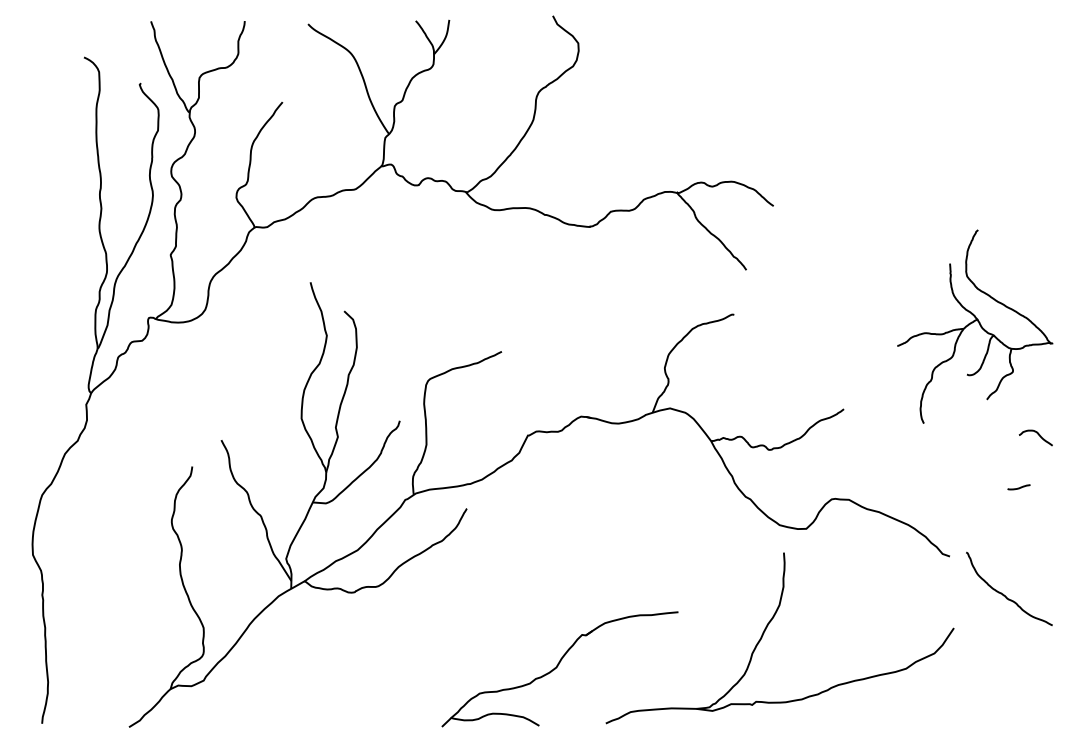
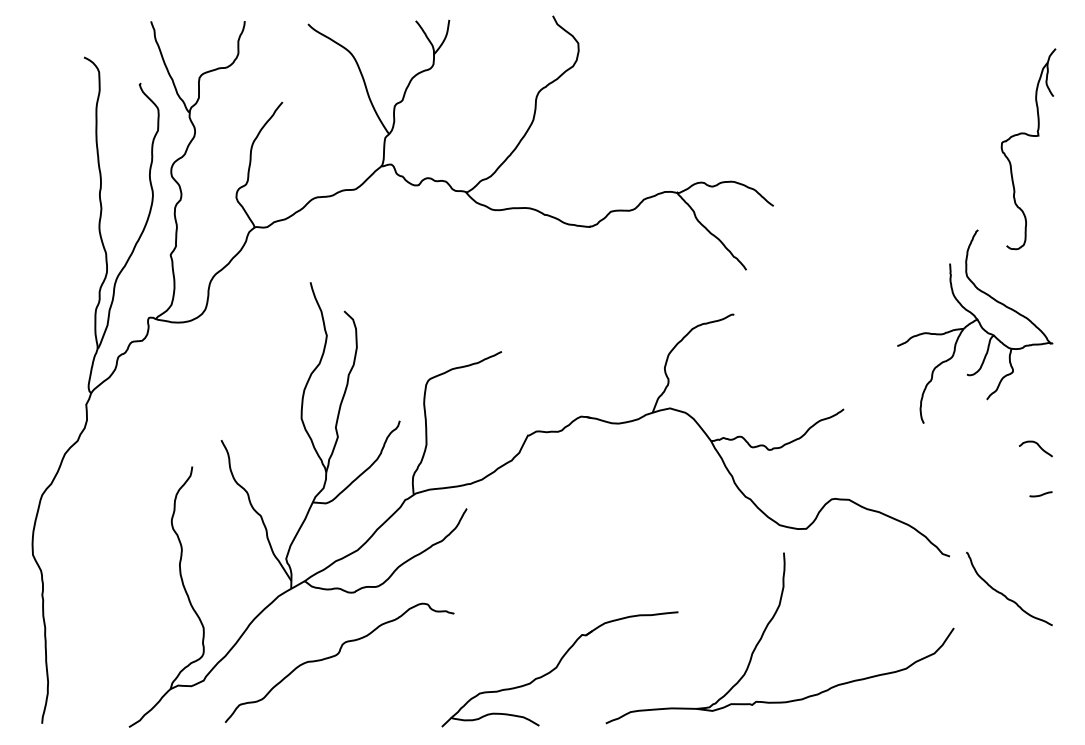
part at (1029, 136): none -> present
curve at (1037, 434) position: (1037, 434) -> (1037, 445)
curve at (1018, 487) position: (1018, 487) -> (1040, 494)
curve at (335, 656): none -> present
